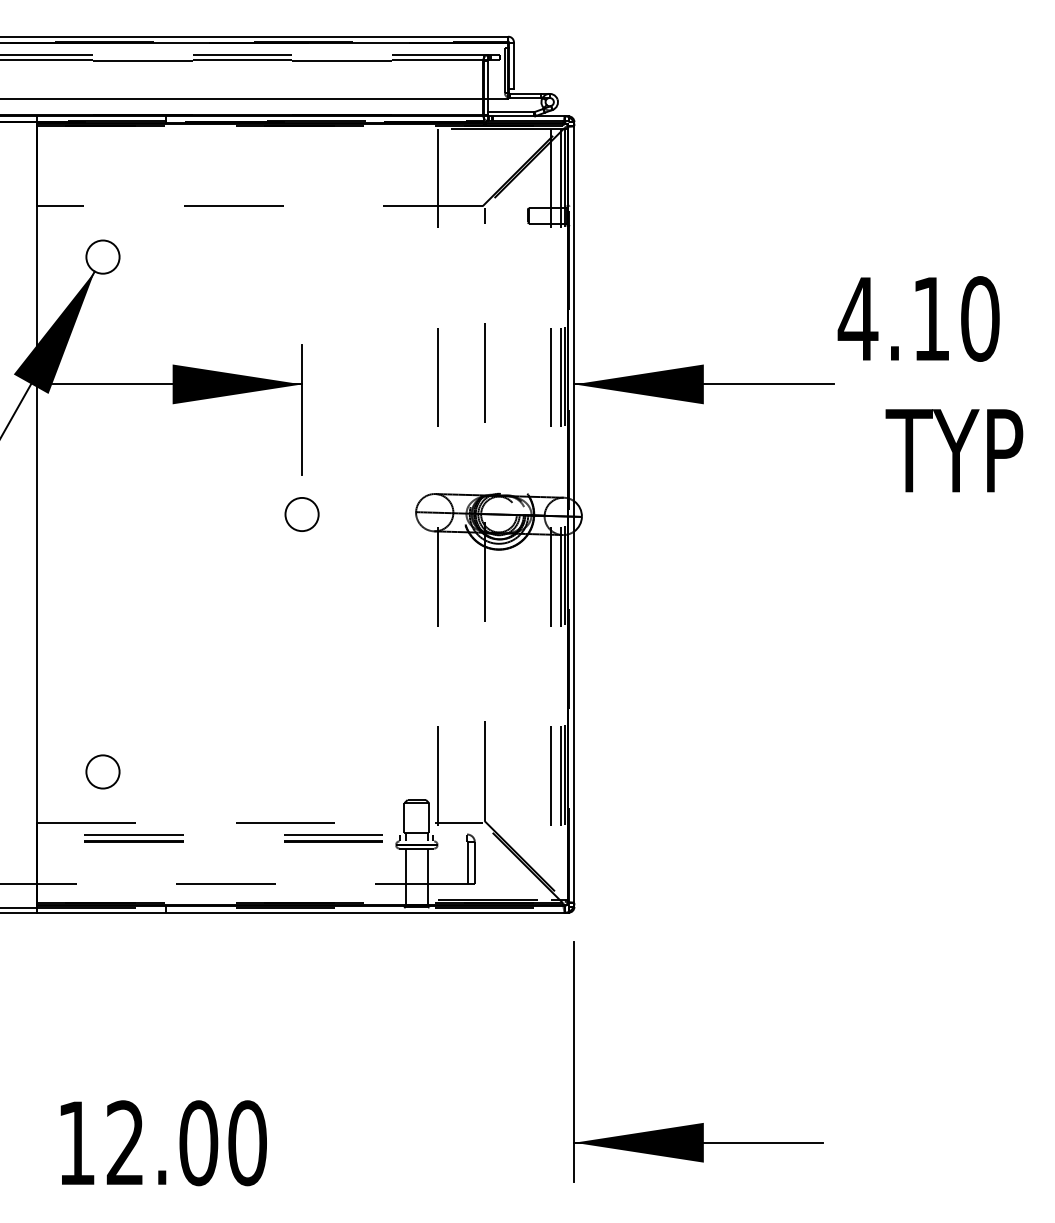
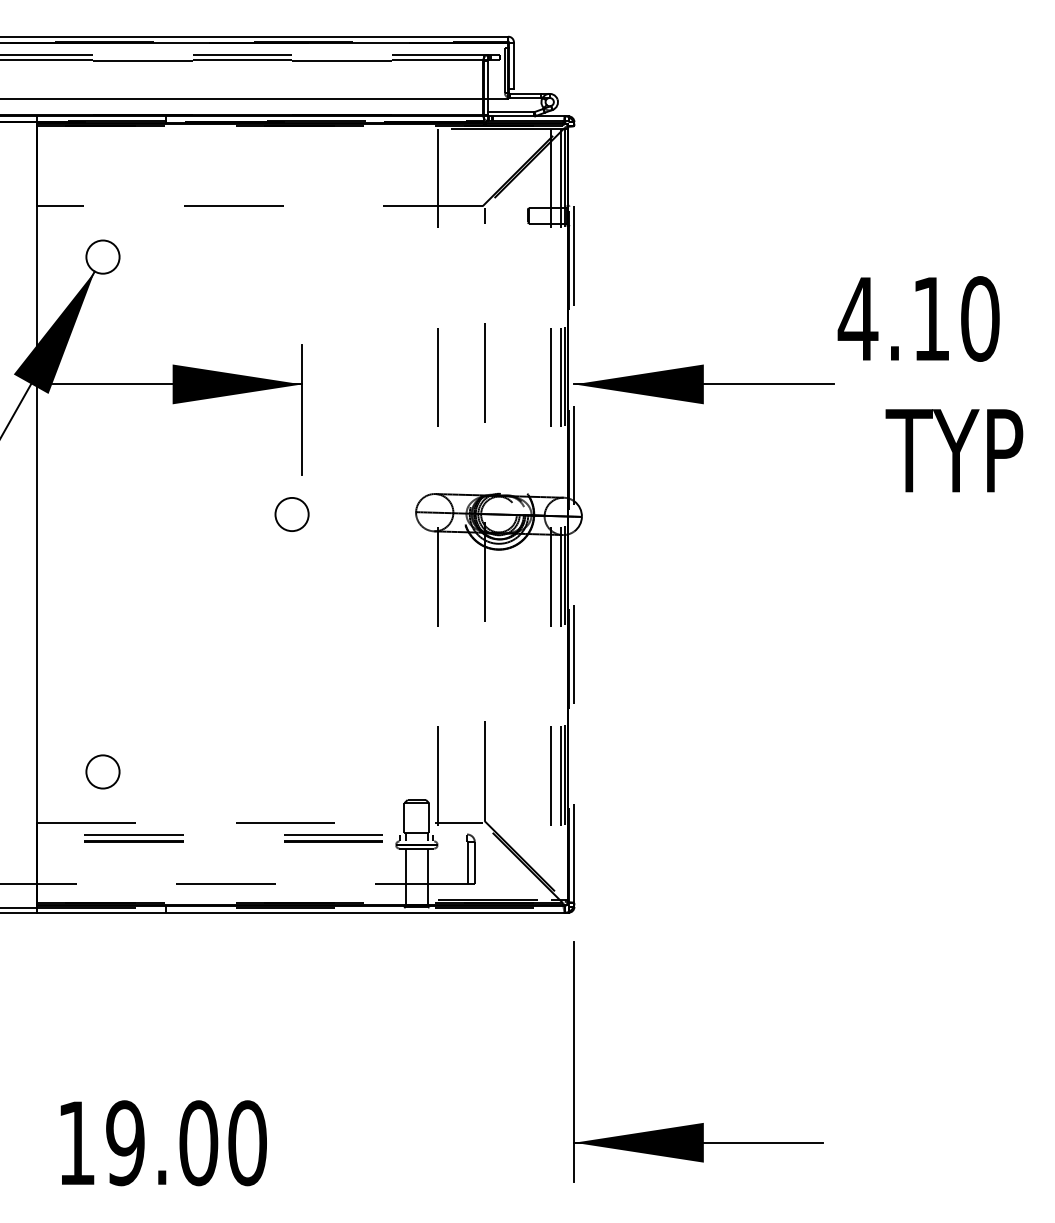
circle at (301, 514) position: (301, 514) -> (291, 514)
line at (574, 514): solid -> dashed
text at (125, 1143): 12.00 -> 19.00
